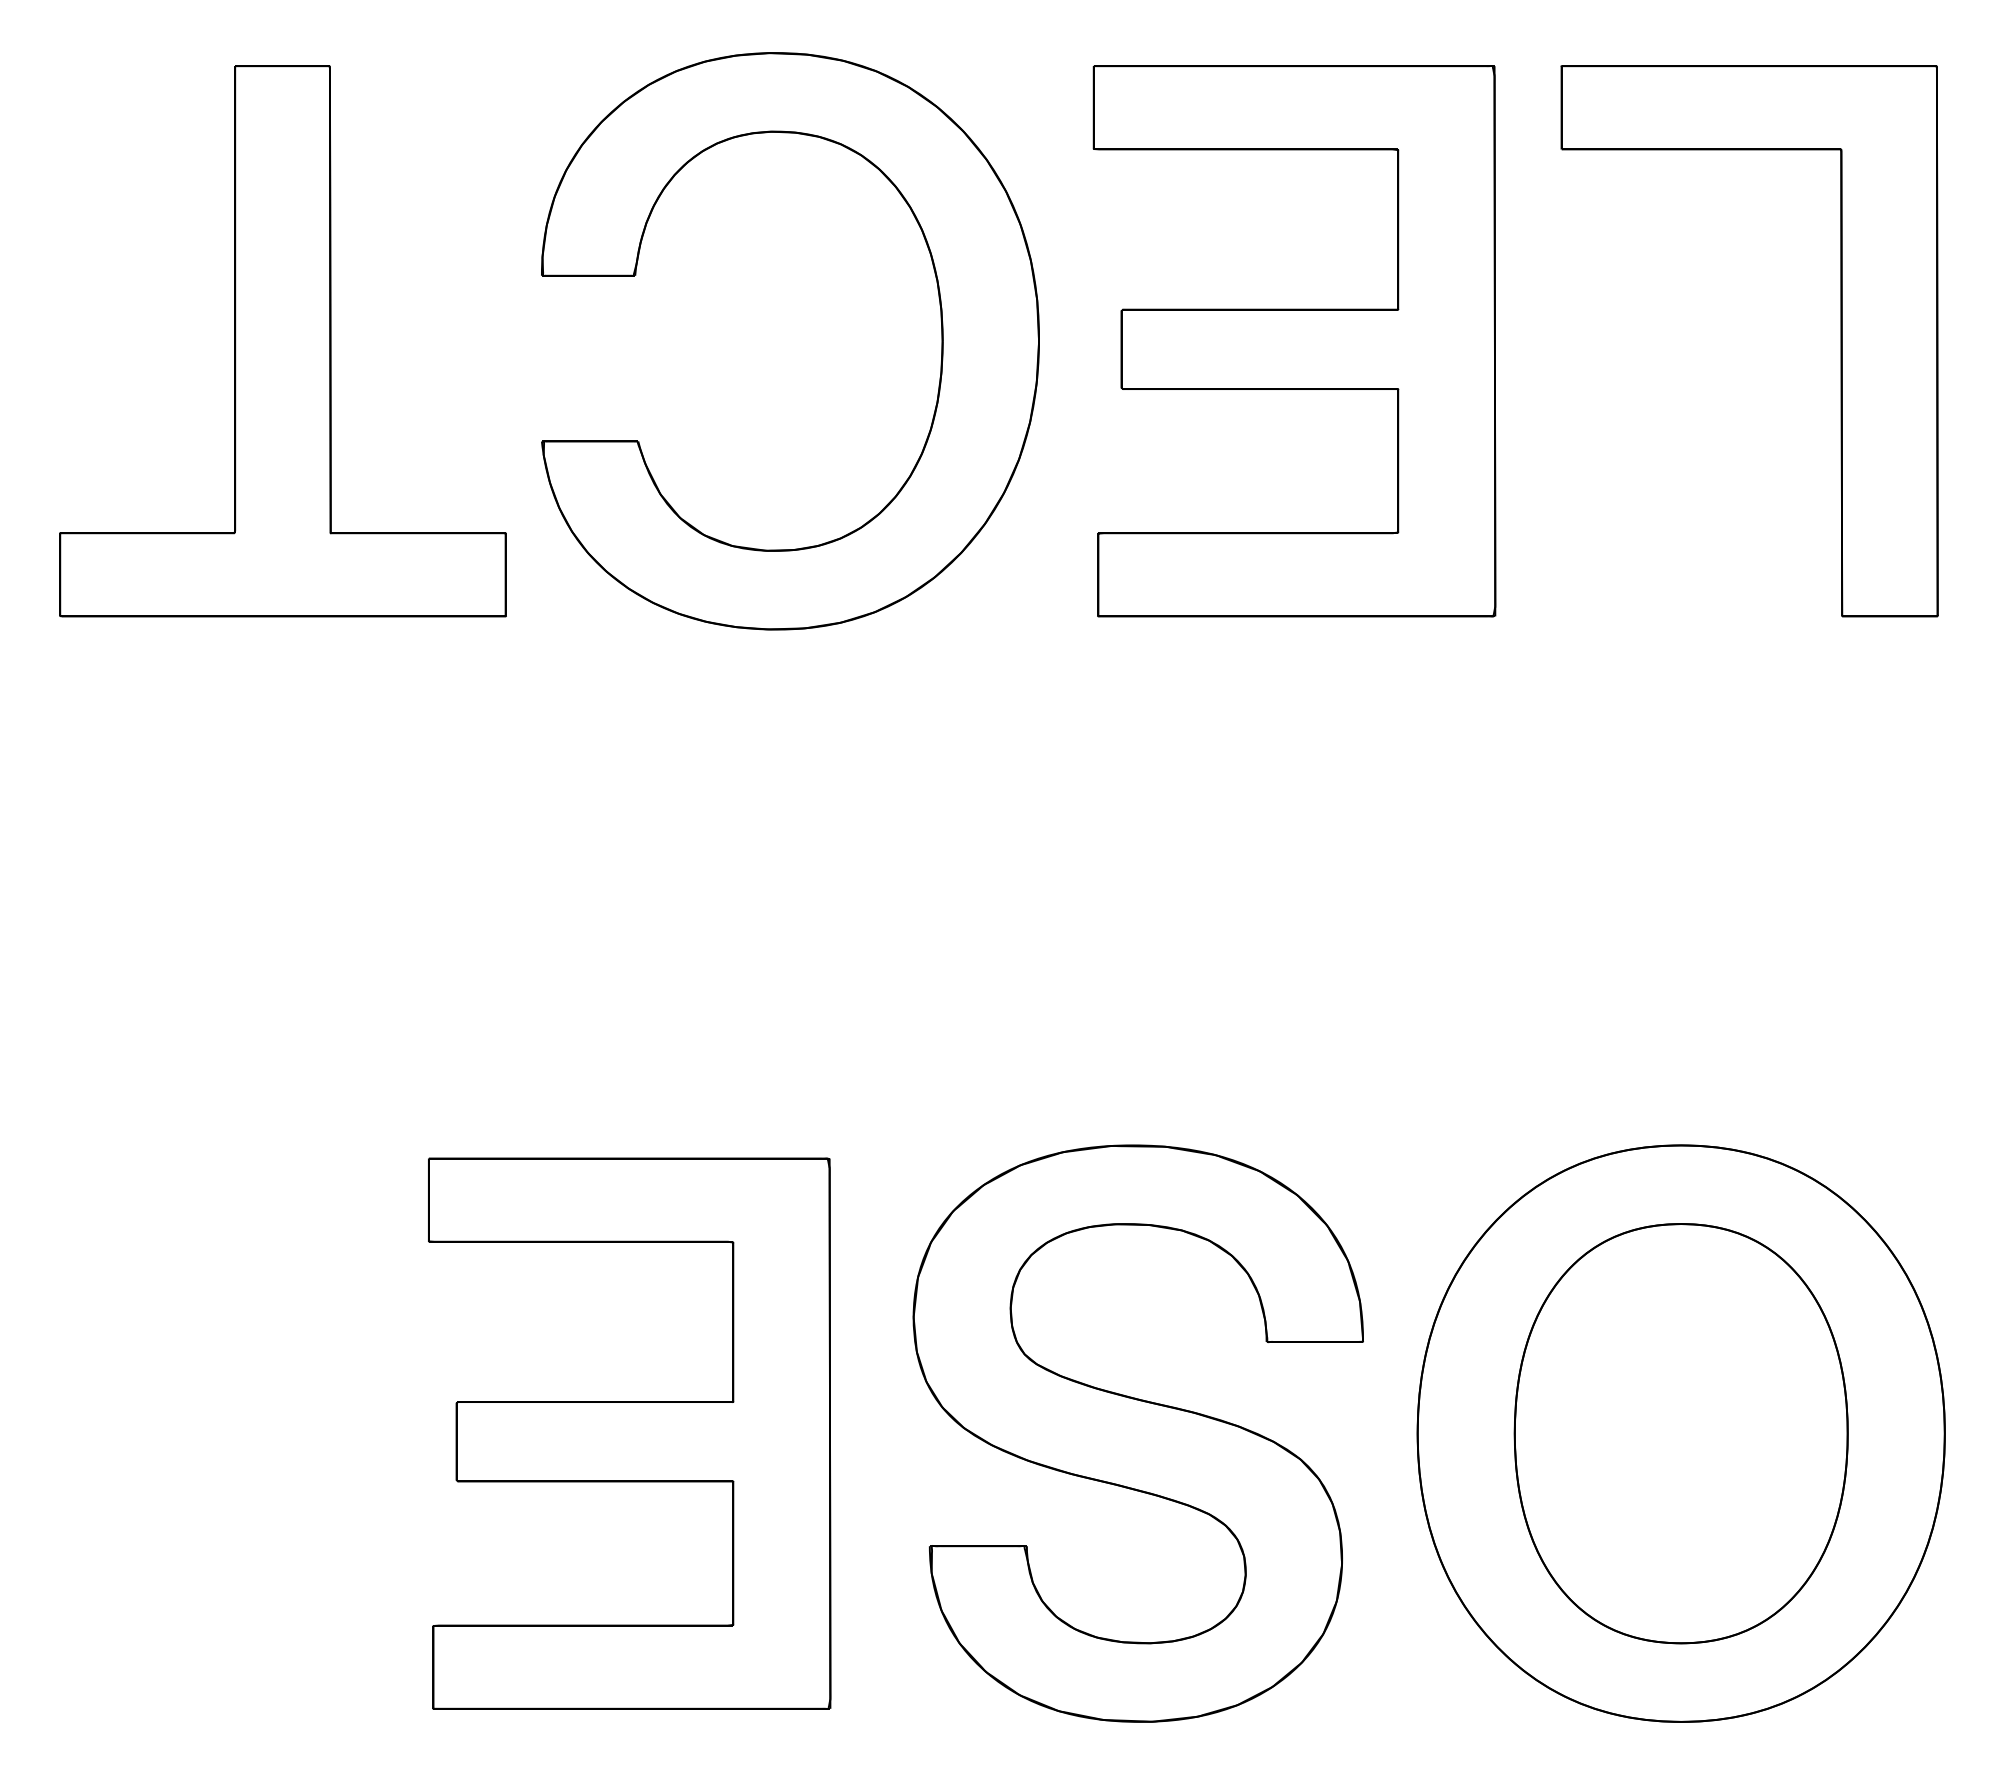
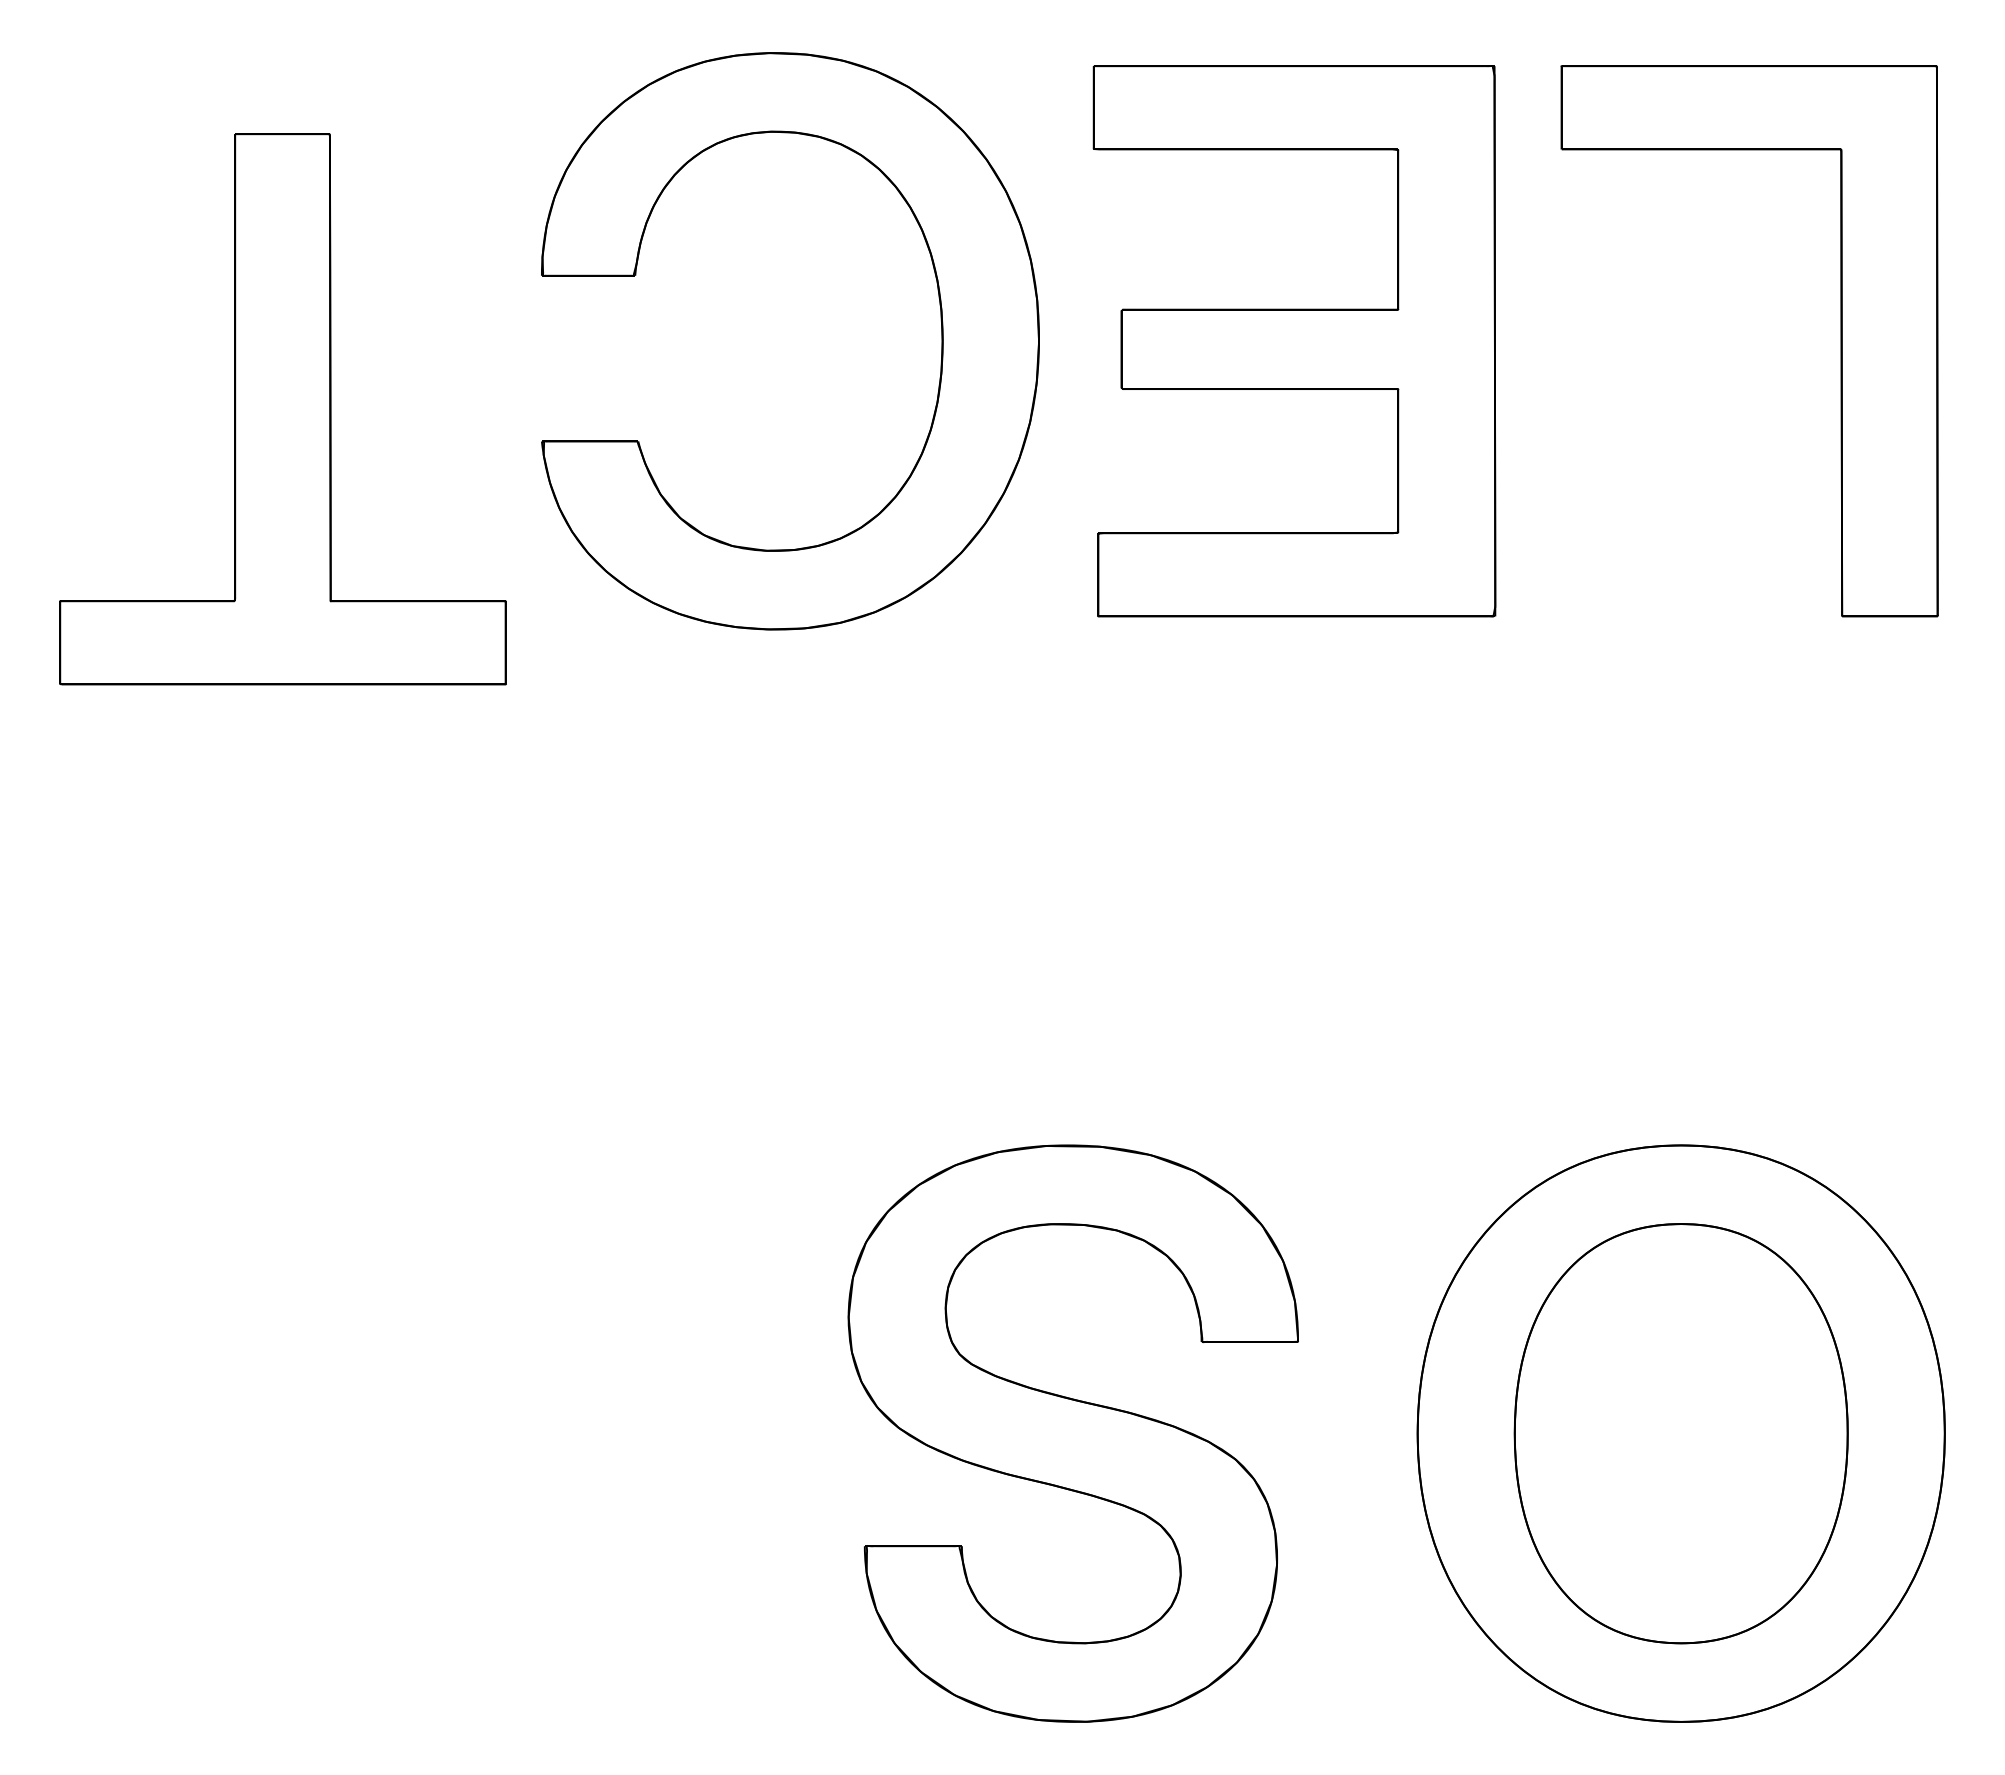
part at (282, 341) position: (282, 341) -> (282, 409)
part at (629, 1433): present -> none
part at (1137, 1433) position: (1137, 1433) -> (1072, 1433)
